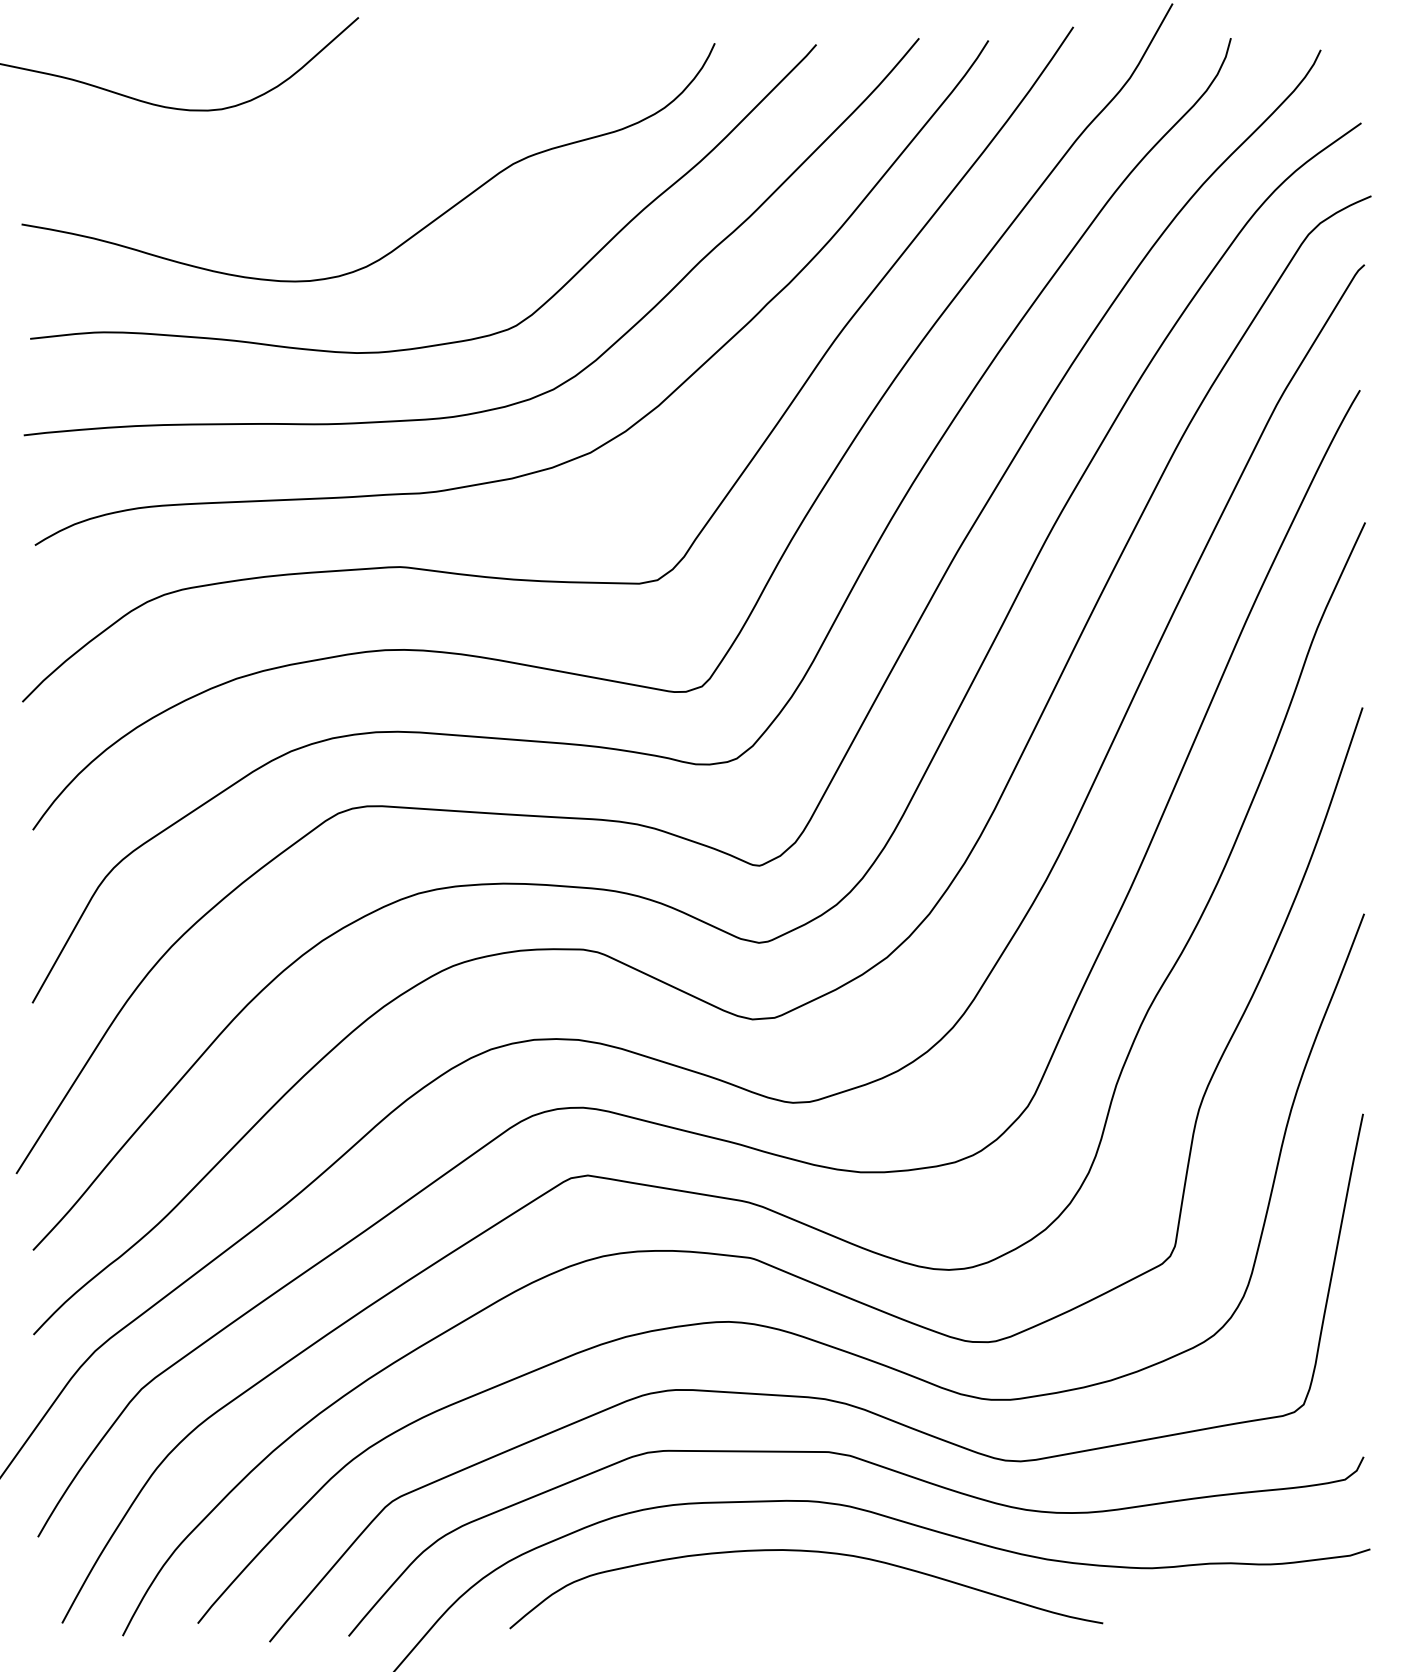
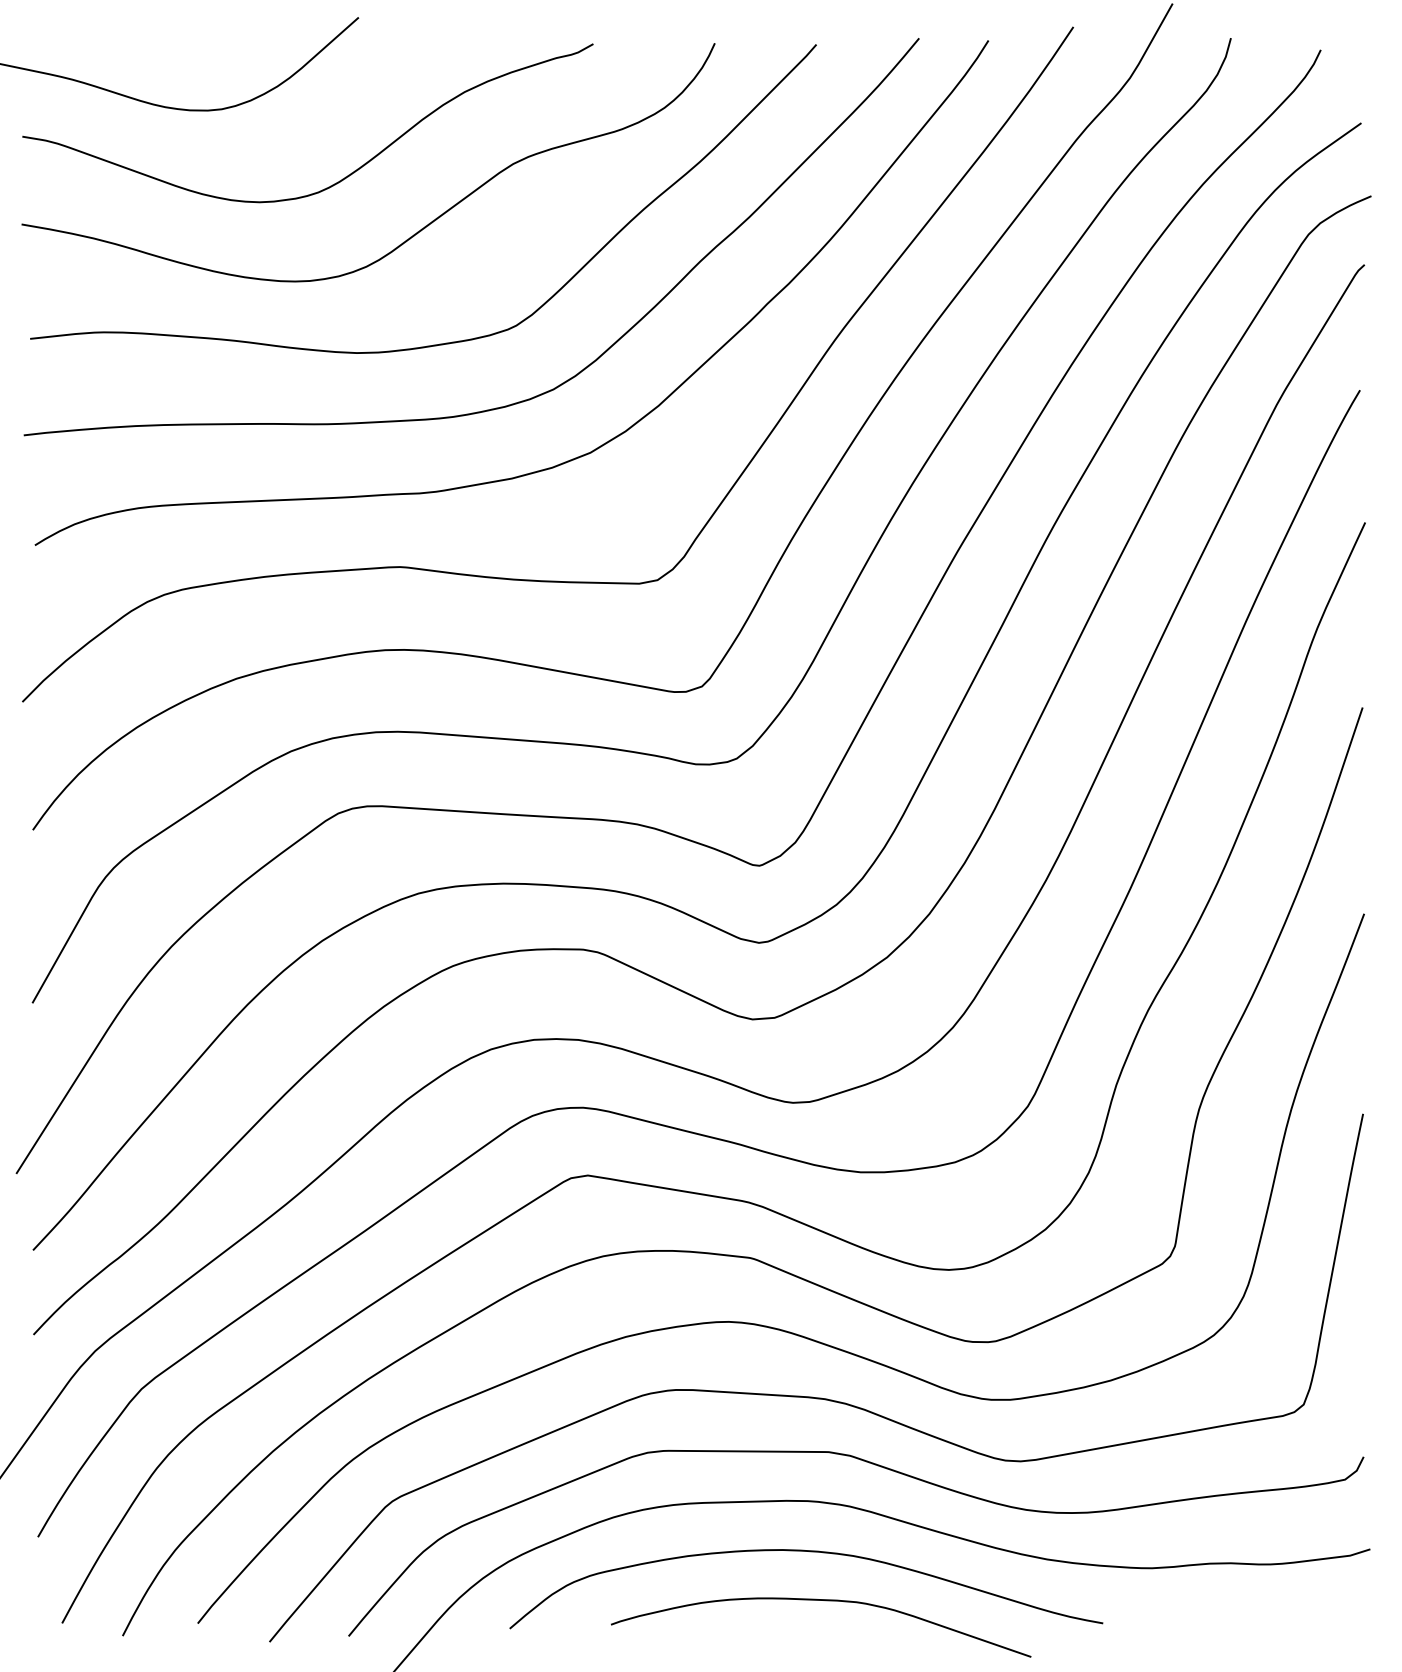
curve at (342, 178): none -> present
curve at (825, 1601): none -> present
